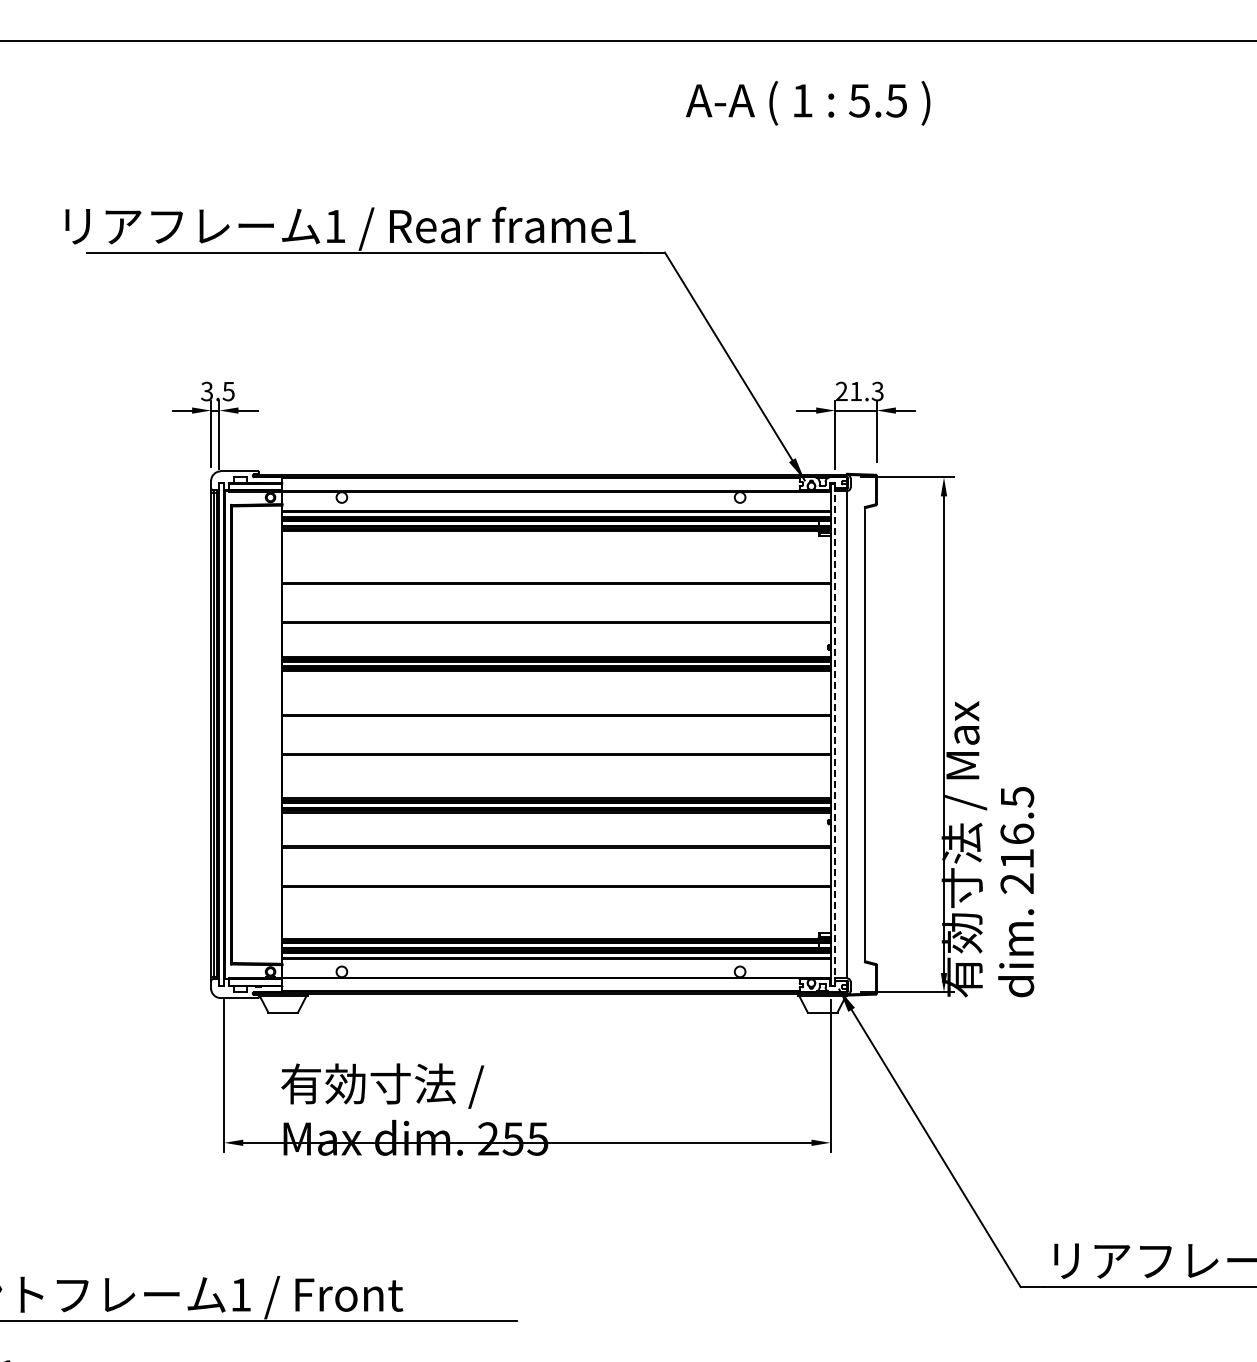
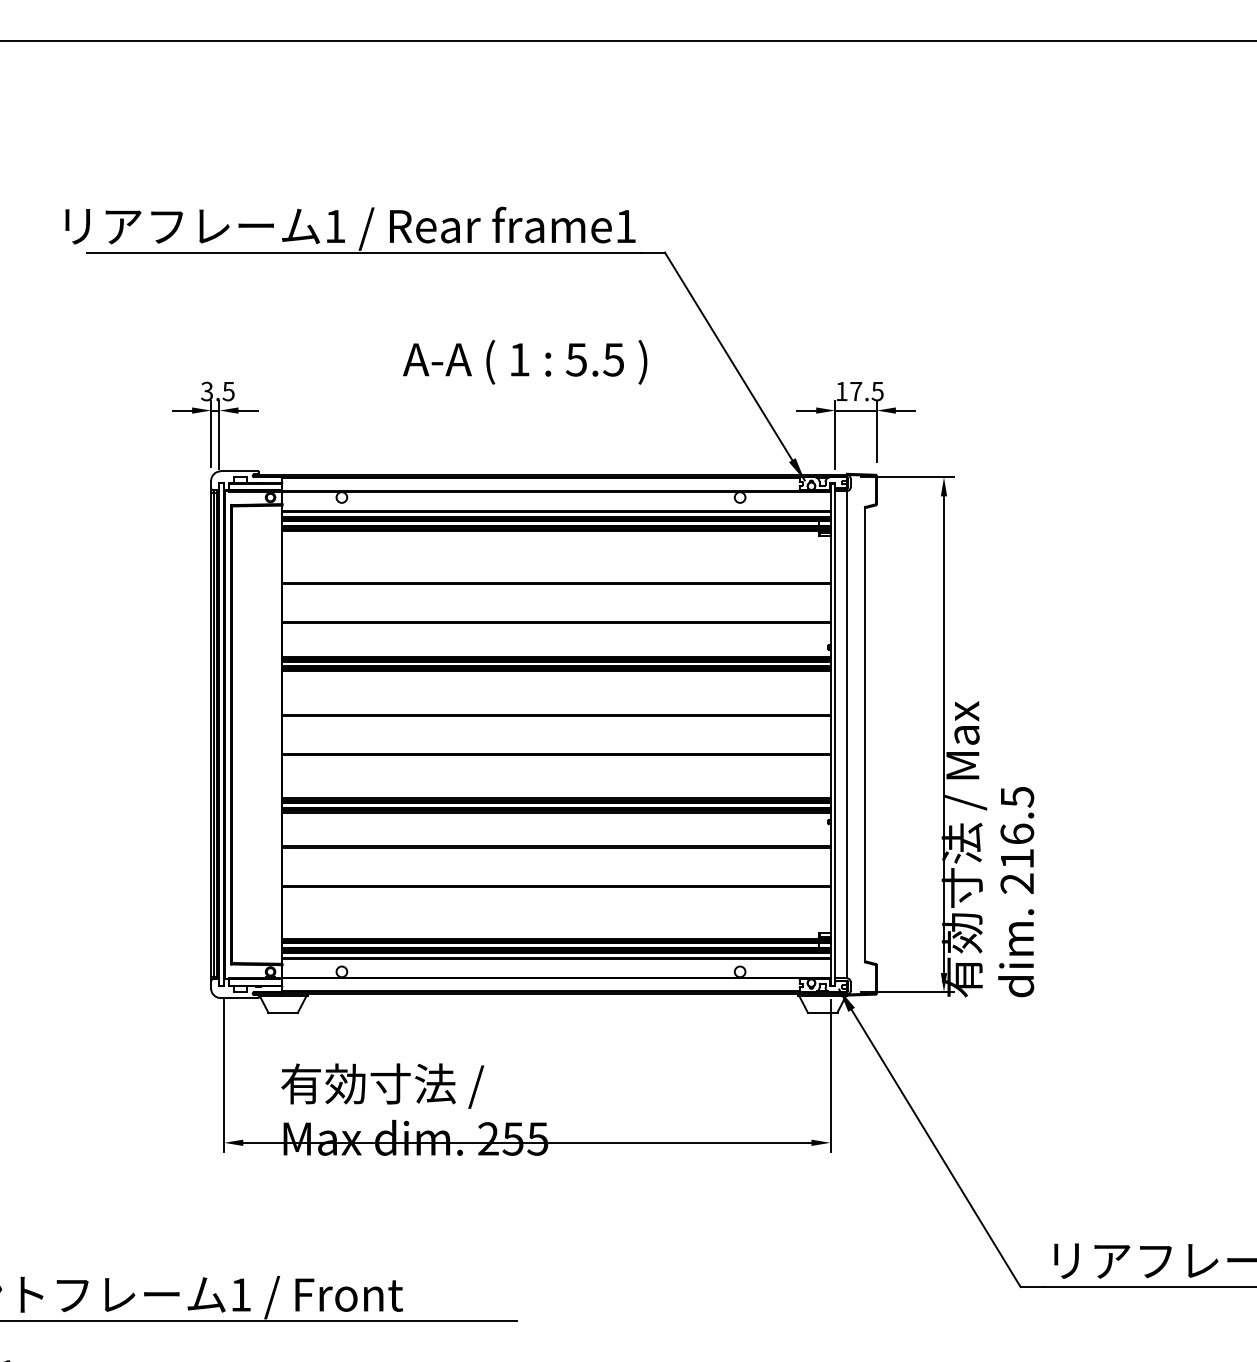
text at (808, 103) position: (808, 103) -> (525, 362)
text at (859, 390): 21.3 -> 17.5
line at (835, 734): dashed -> solid
